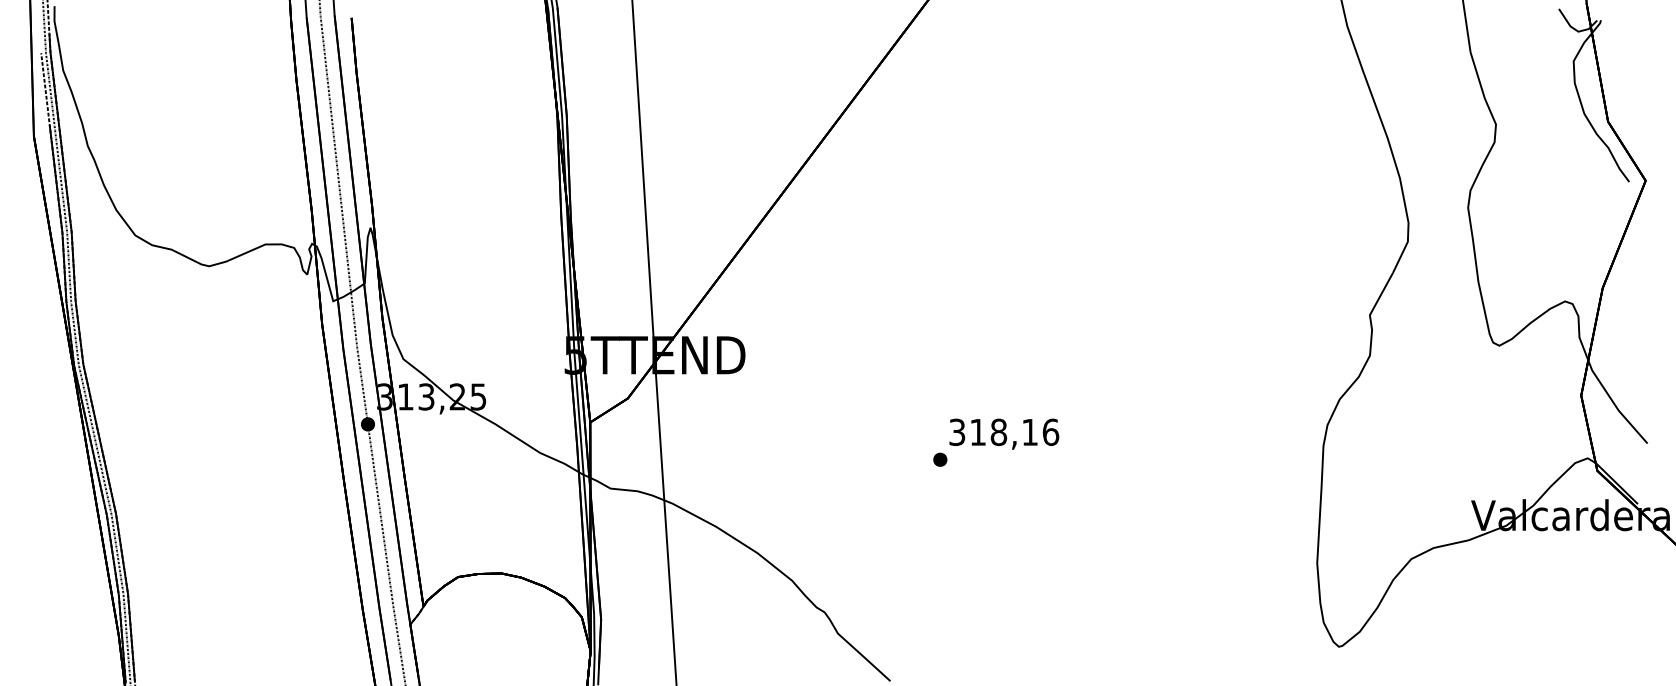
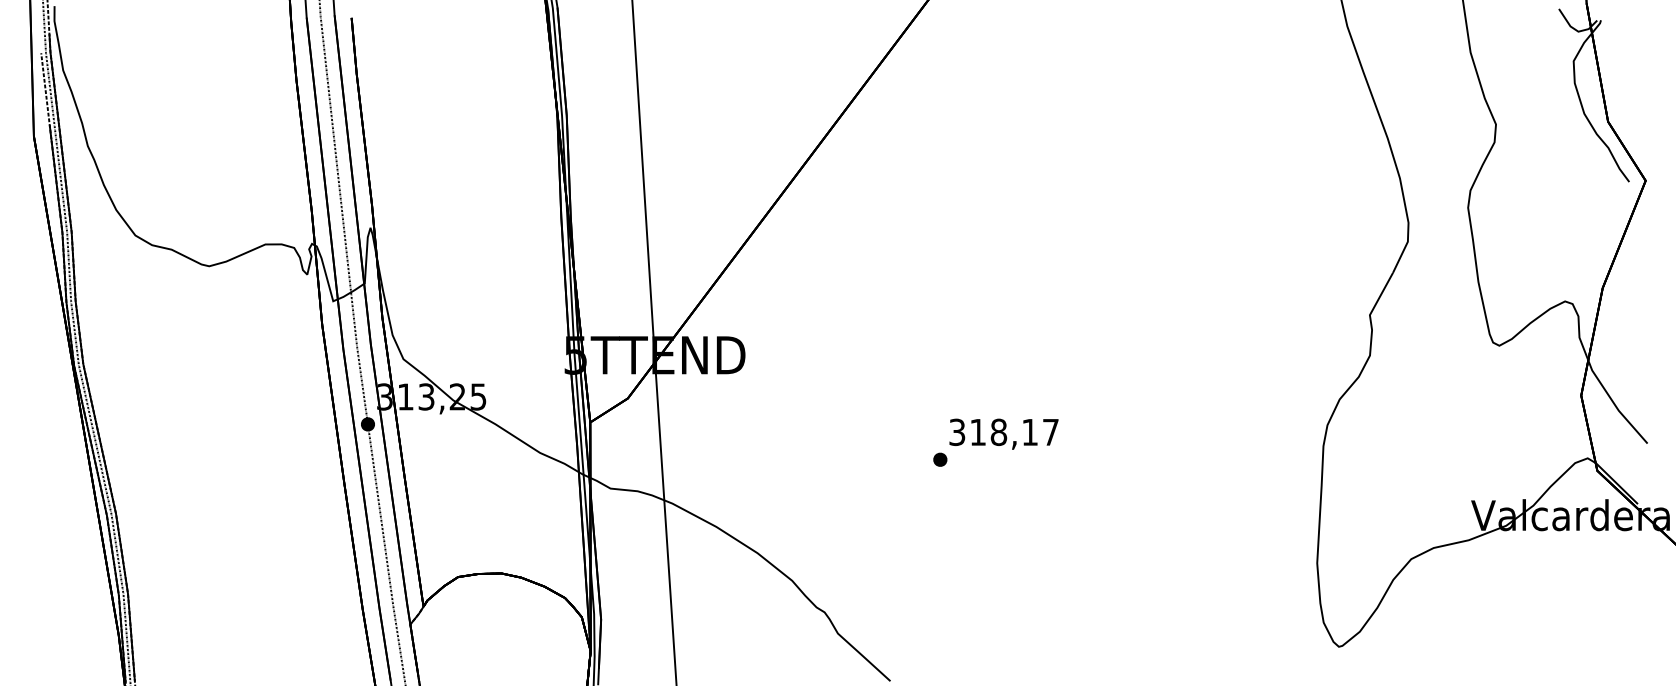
text at (1050, 432): 318,16 -> 318,17
